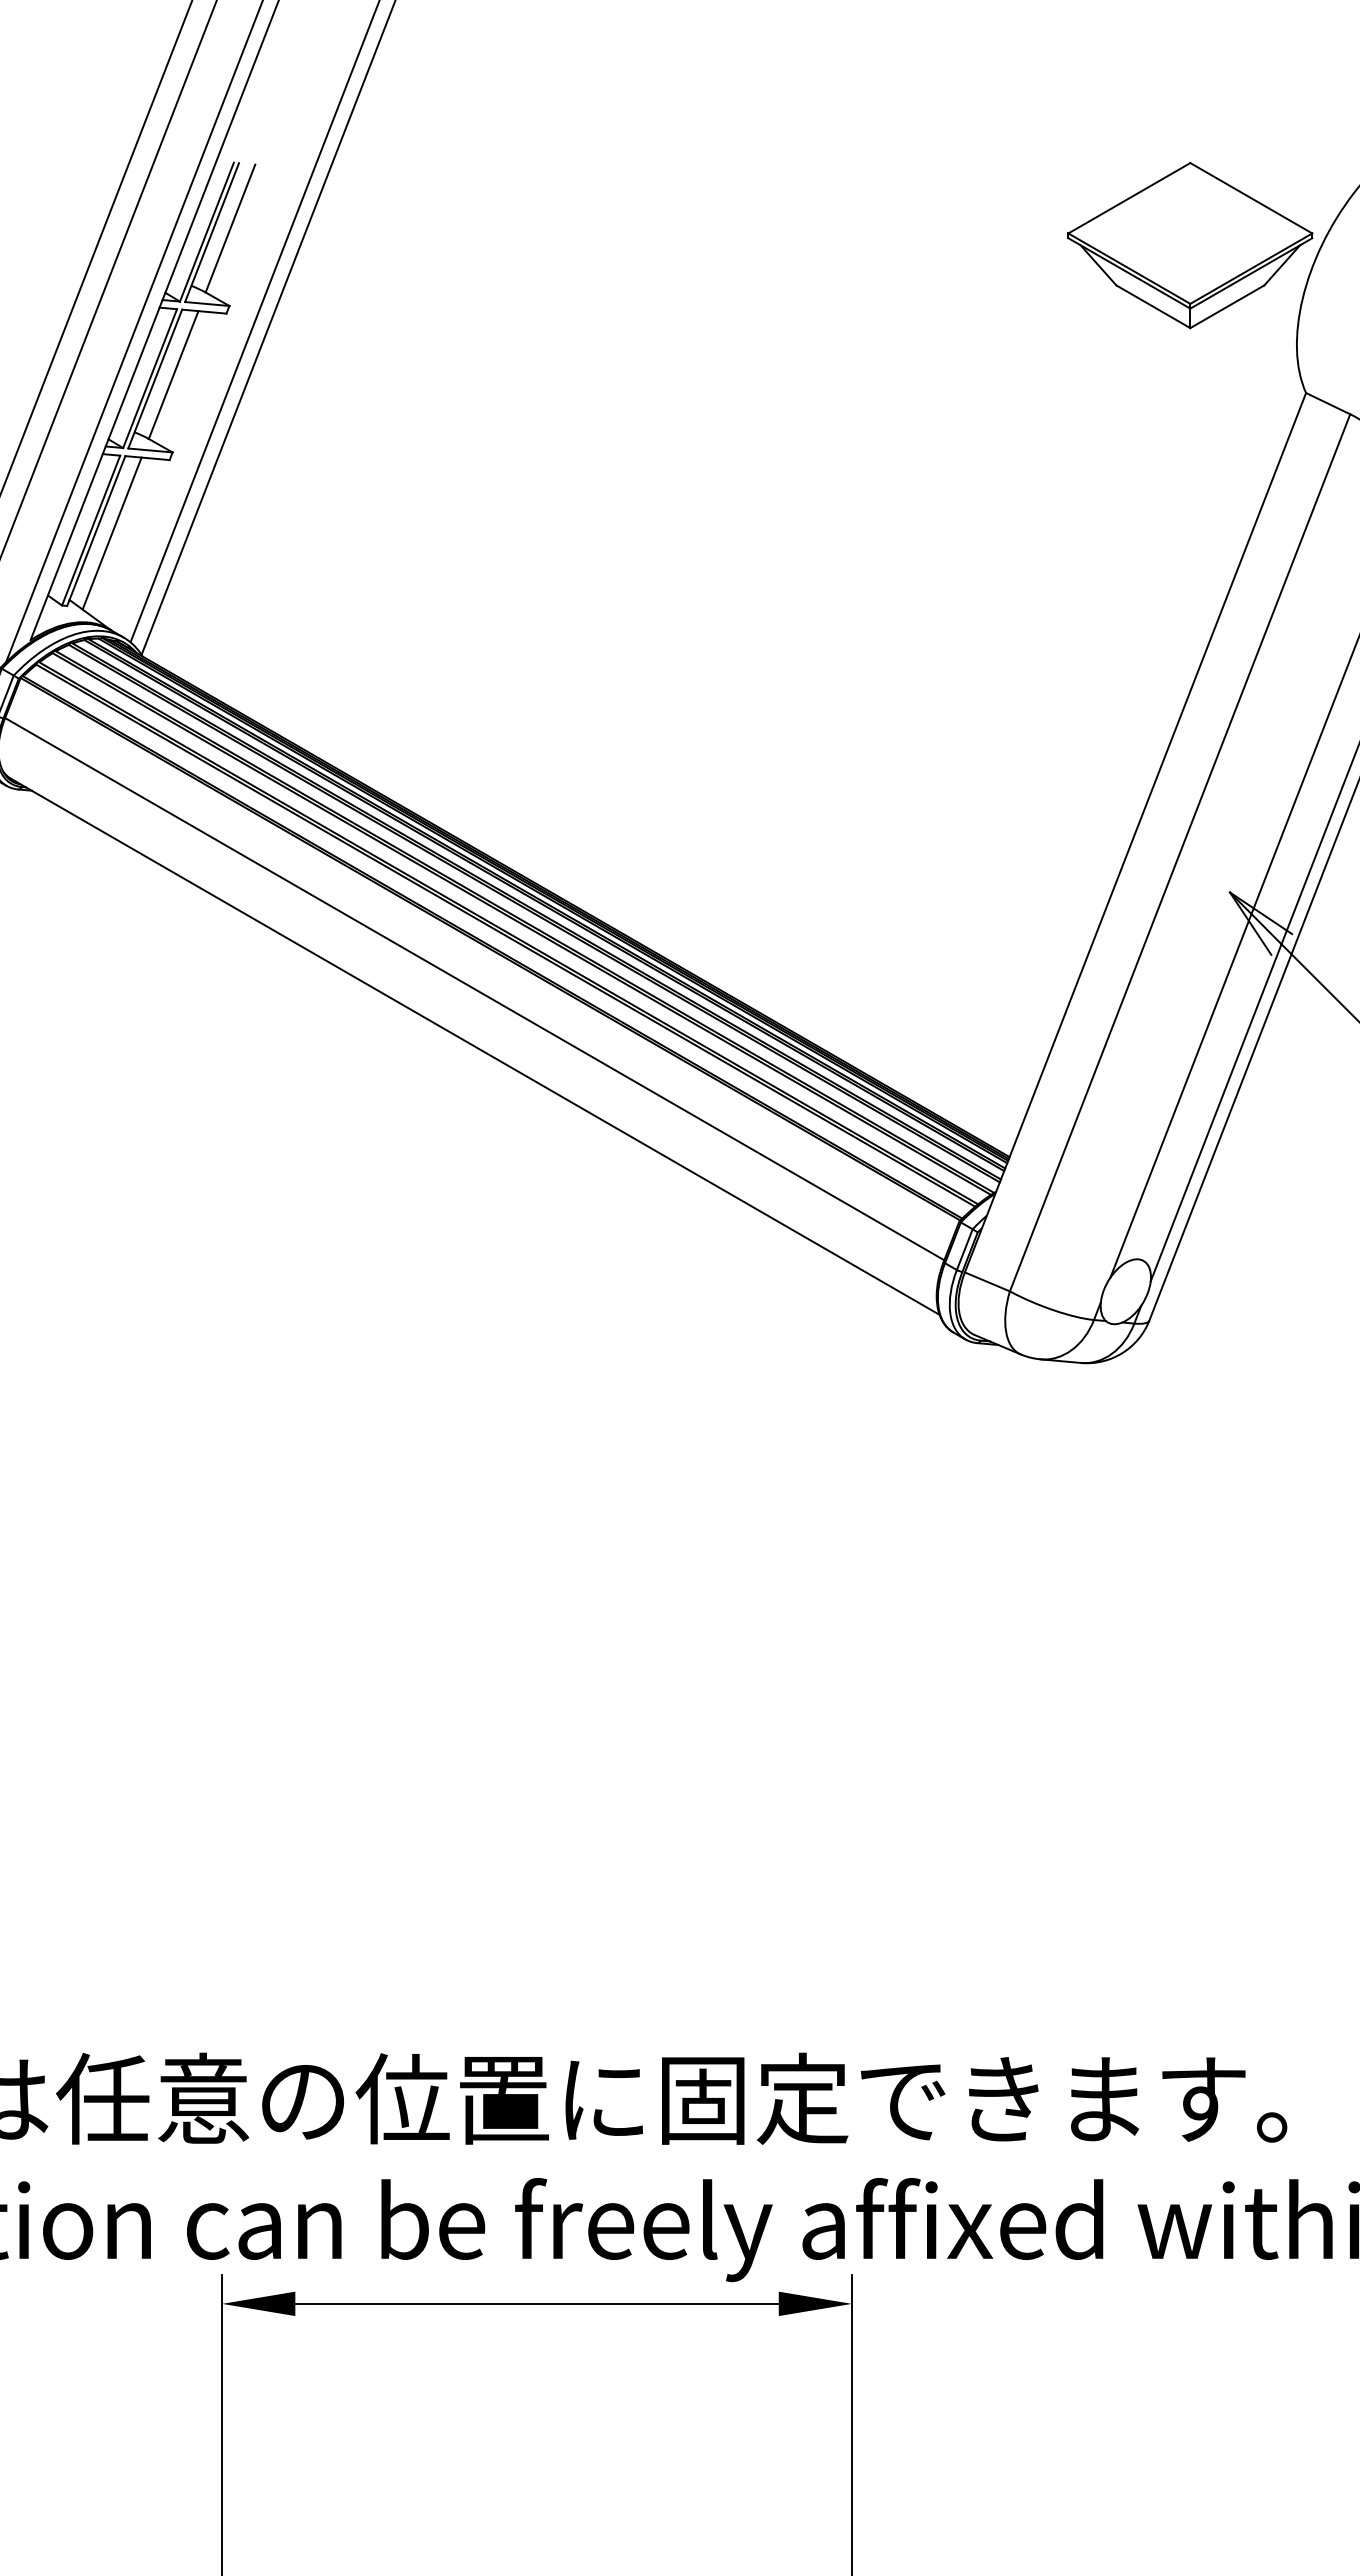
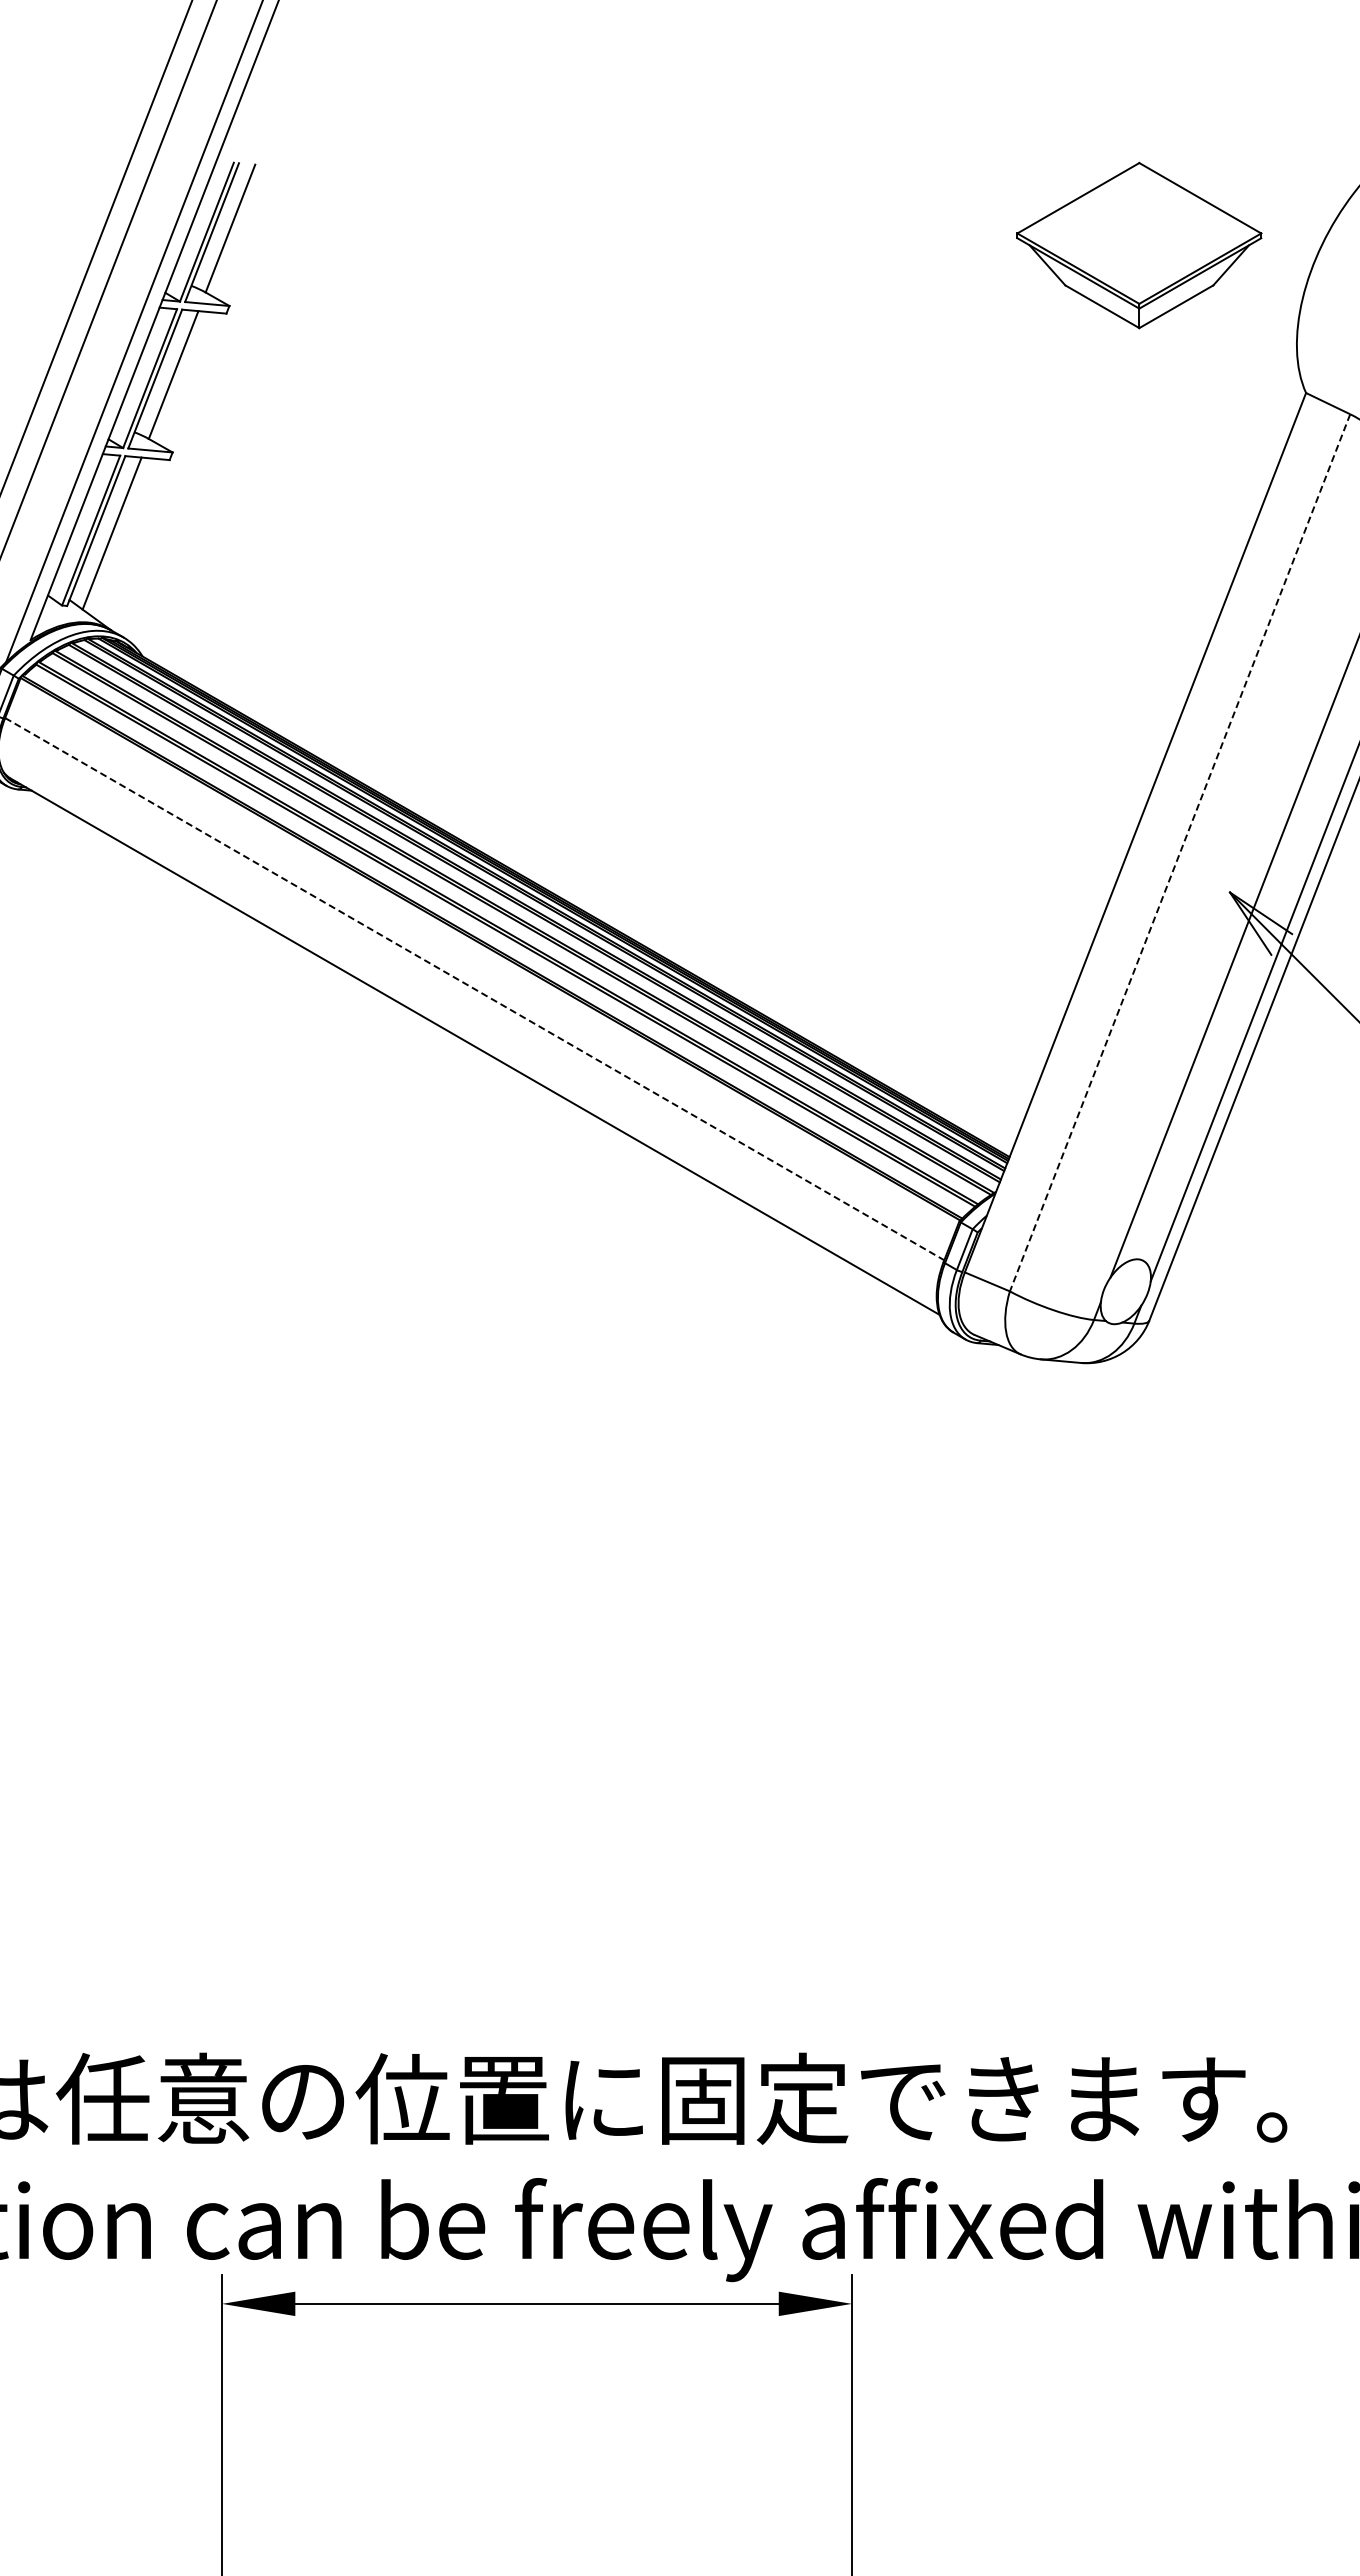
part at (1190, 245) position: (1190, 245) -> (1139, 245)
line at (254, 322): present -> none
line at (267, 328): present -> none
line at (1179, 853): solid -> dashed
line at (475, 989): solid -> dashed
